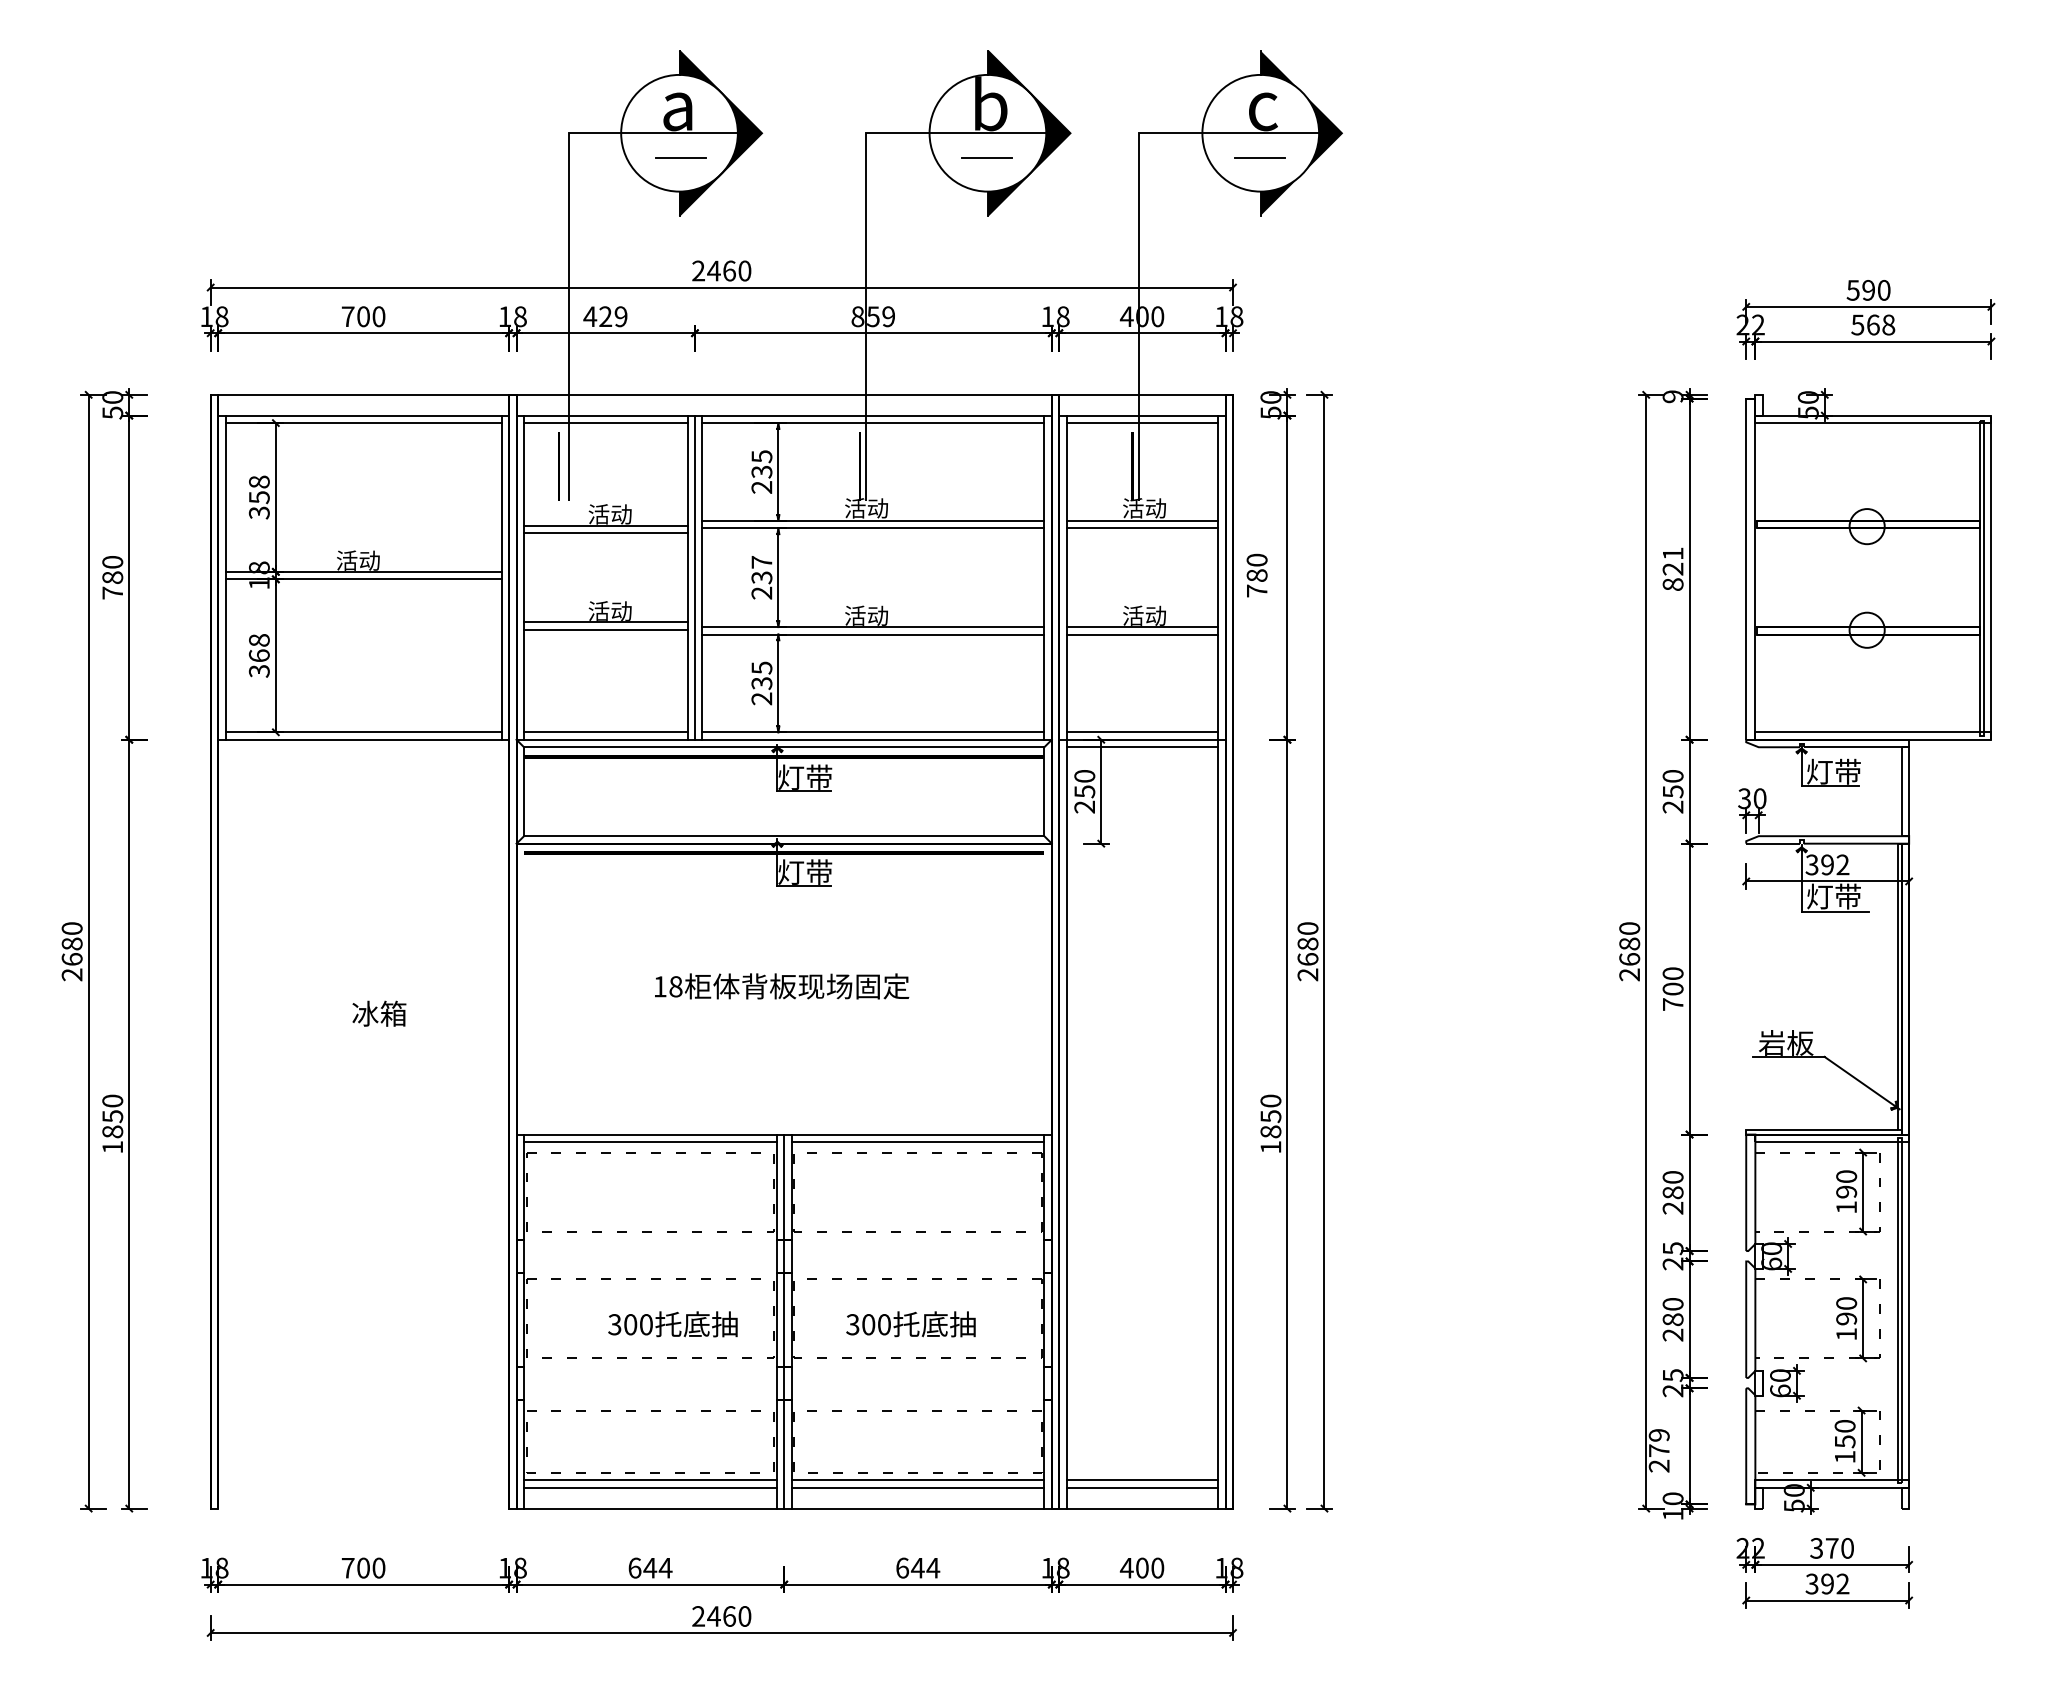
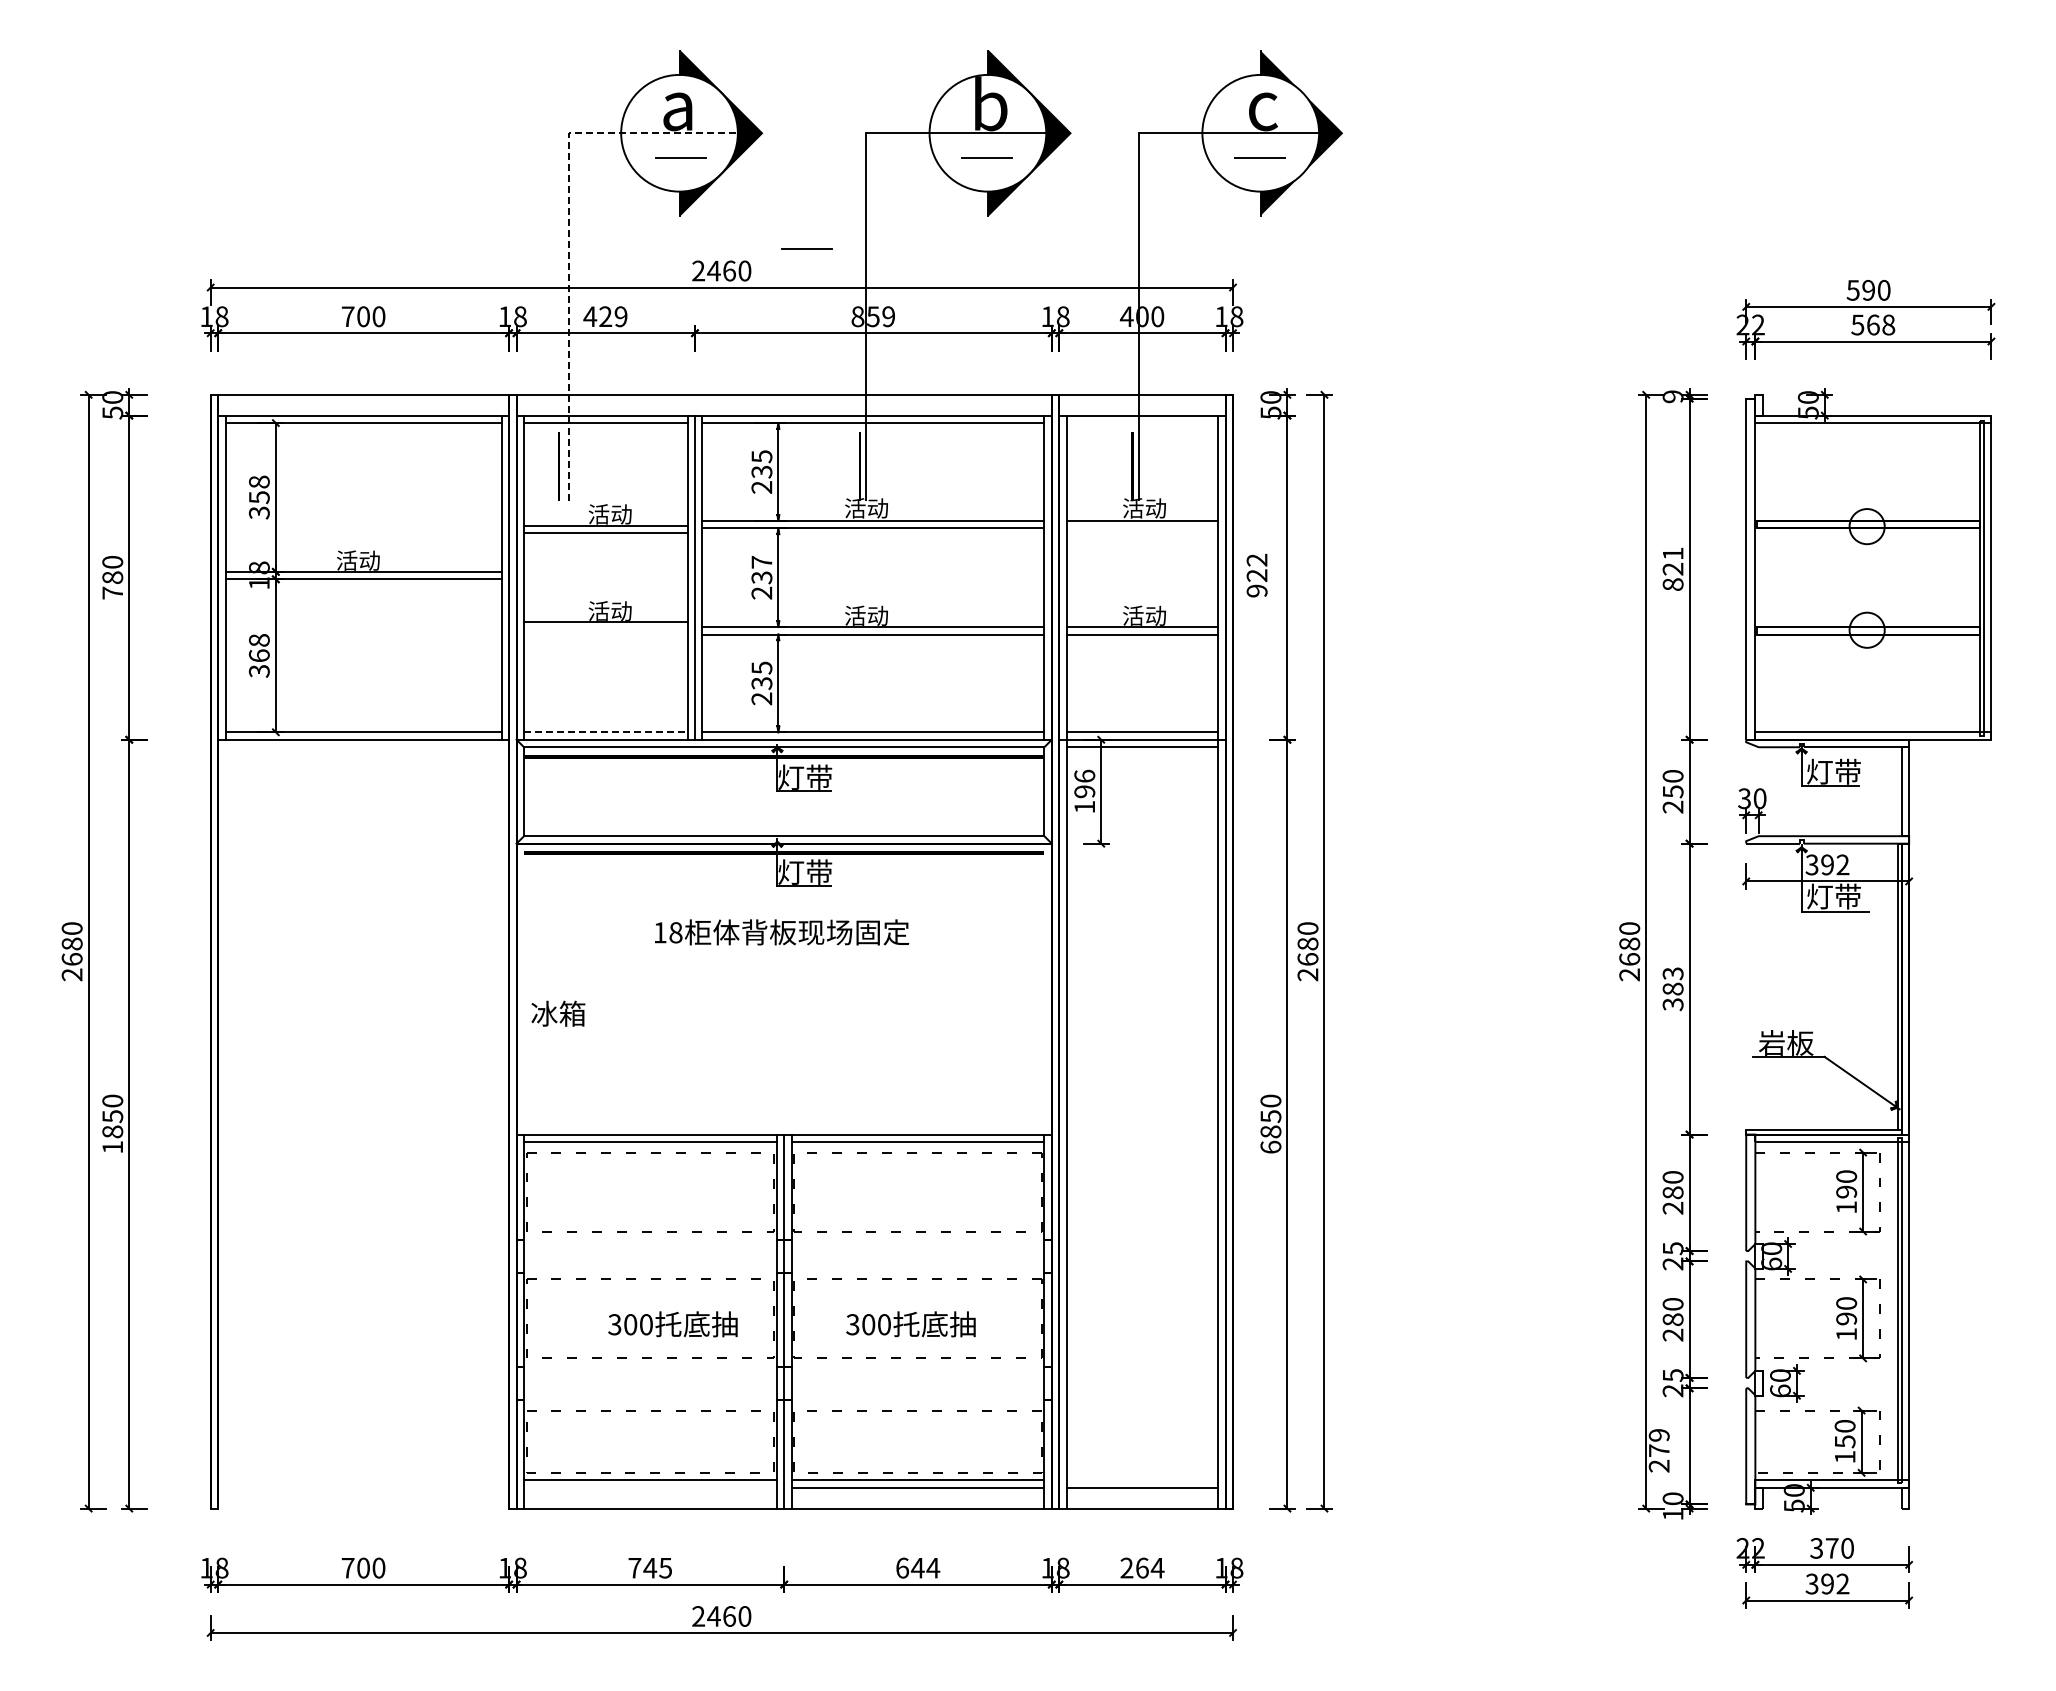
line at (568, 231): solid -> dashed
line at (806, 248): none -> present
line at (1142, 423): present -> none
line at (1142, 528): present -> none
text at (1256, 575): 780 -> 922
line at (605, 629): present -> none
line at (605, 732): solid -> dashed
text at (1084, 791): 250 -> 196
text at (782, 986) position: (782, 986) -> (782, 932)
text at (1672, 989): 700 -> 383
text at (379, 1013) position: (379, 1013) -> (558, 1013)
text at (1270, 1146): 1850 -> 6850
line at (1142, 1480): present -> none
line at (650, 1487): present -> none
text at (650, 1567): 644 -> 745
text at (1141, 1567): 400 -> 264
